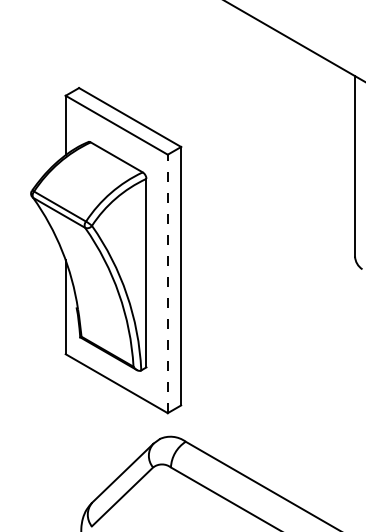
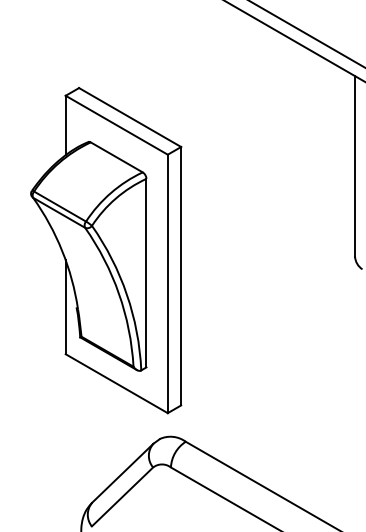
line at (306, 34): none -> present
line at (167, 283): dashed -> solid
